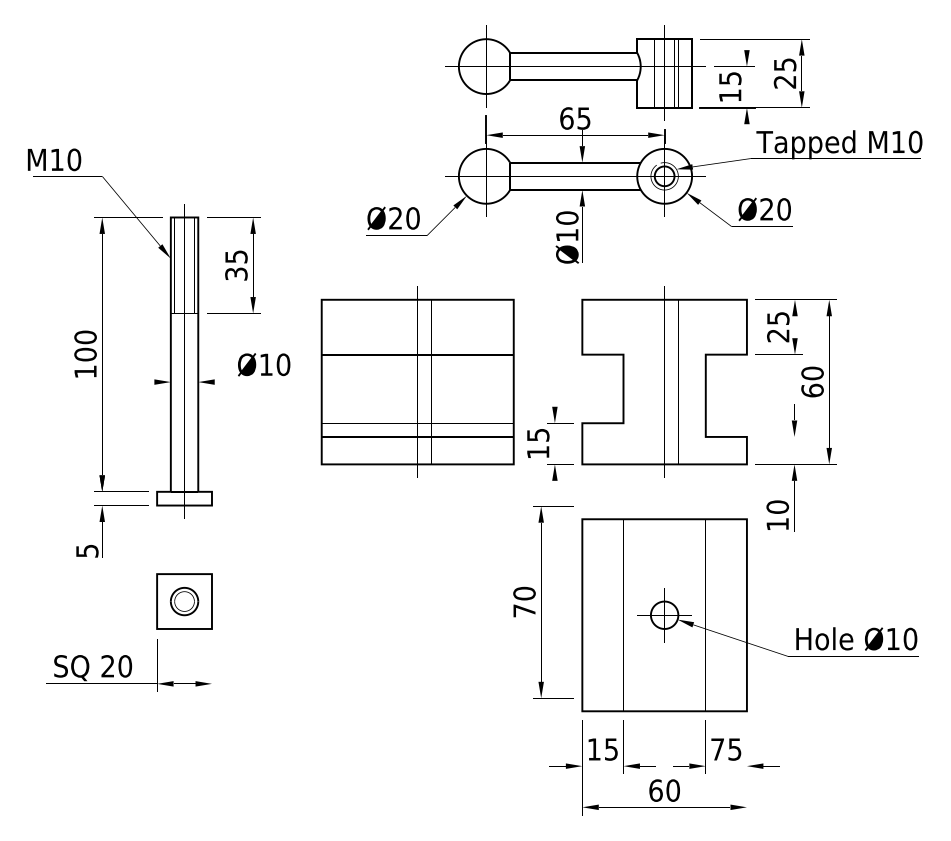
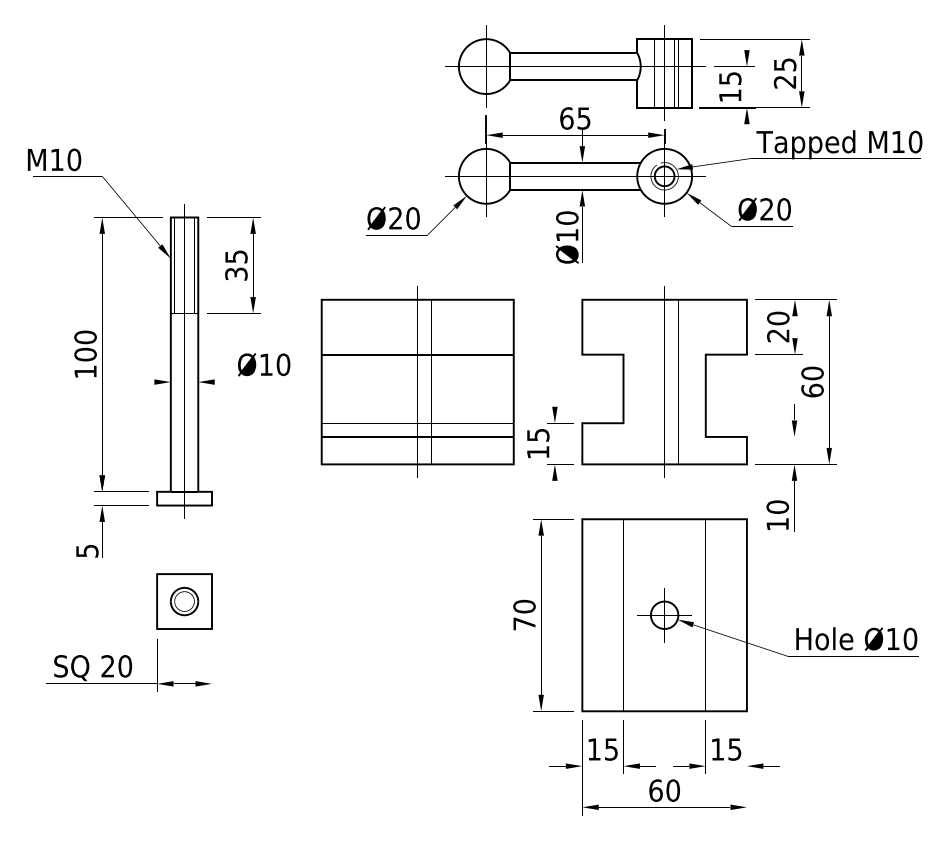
text at (778, 318): 25 -> 20
text at (543, 602) position: (543, 602) -> (543, 615)
text at (717, 749): 75 -> 15
